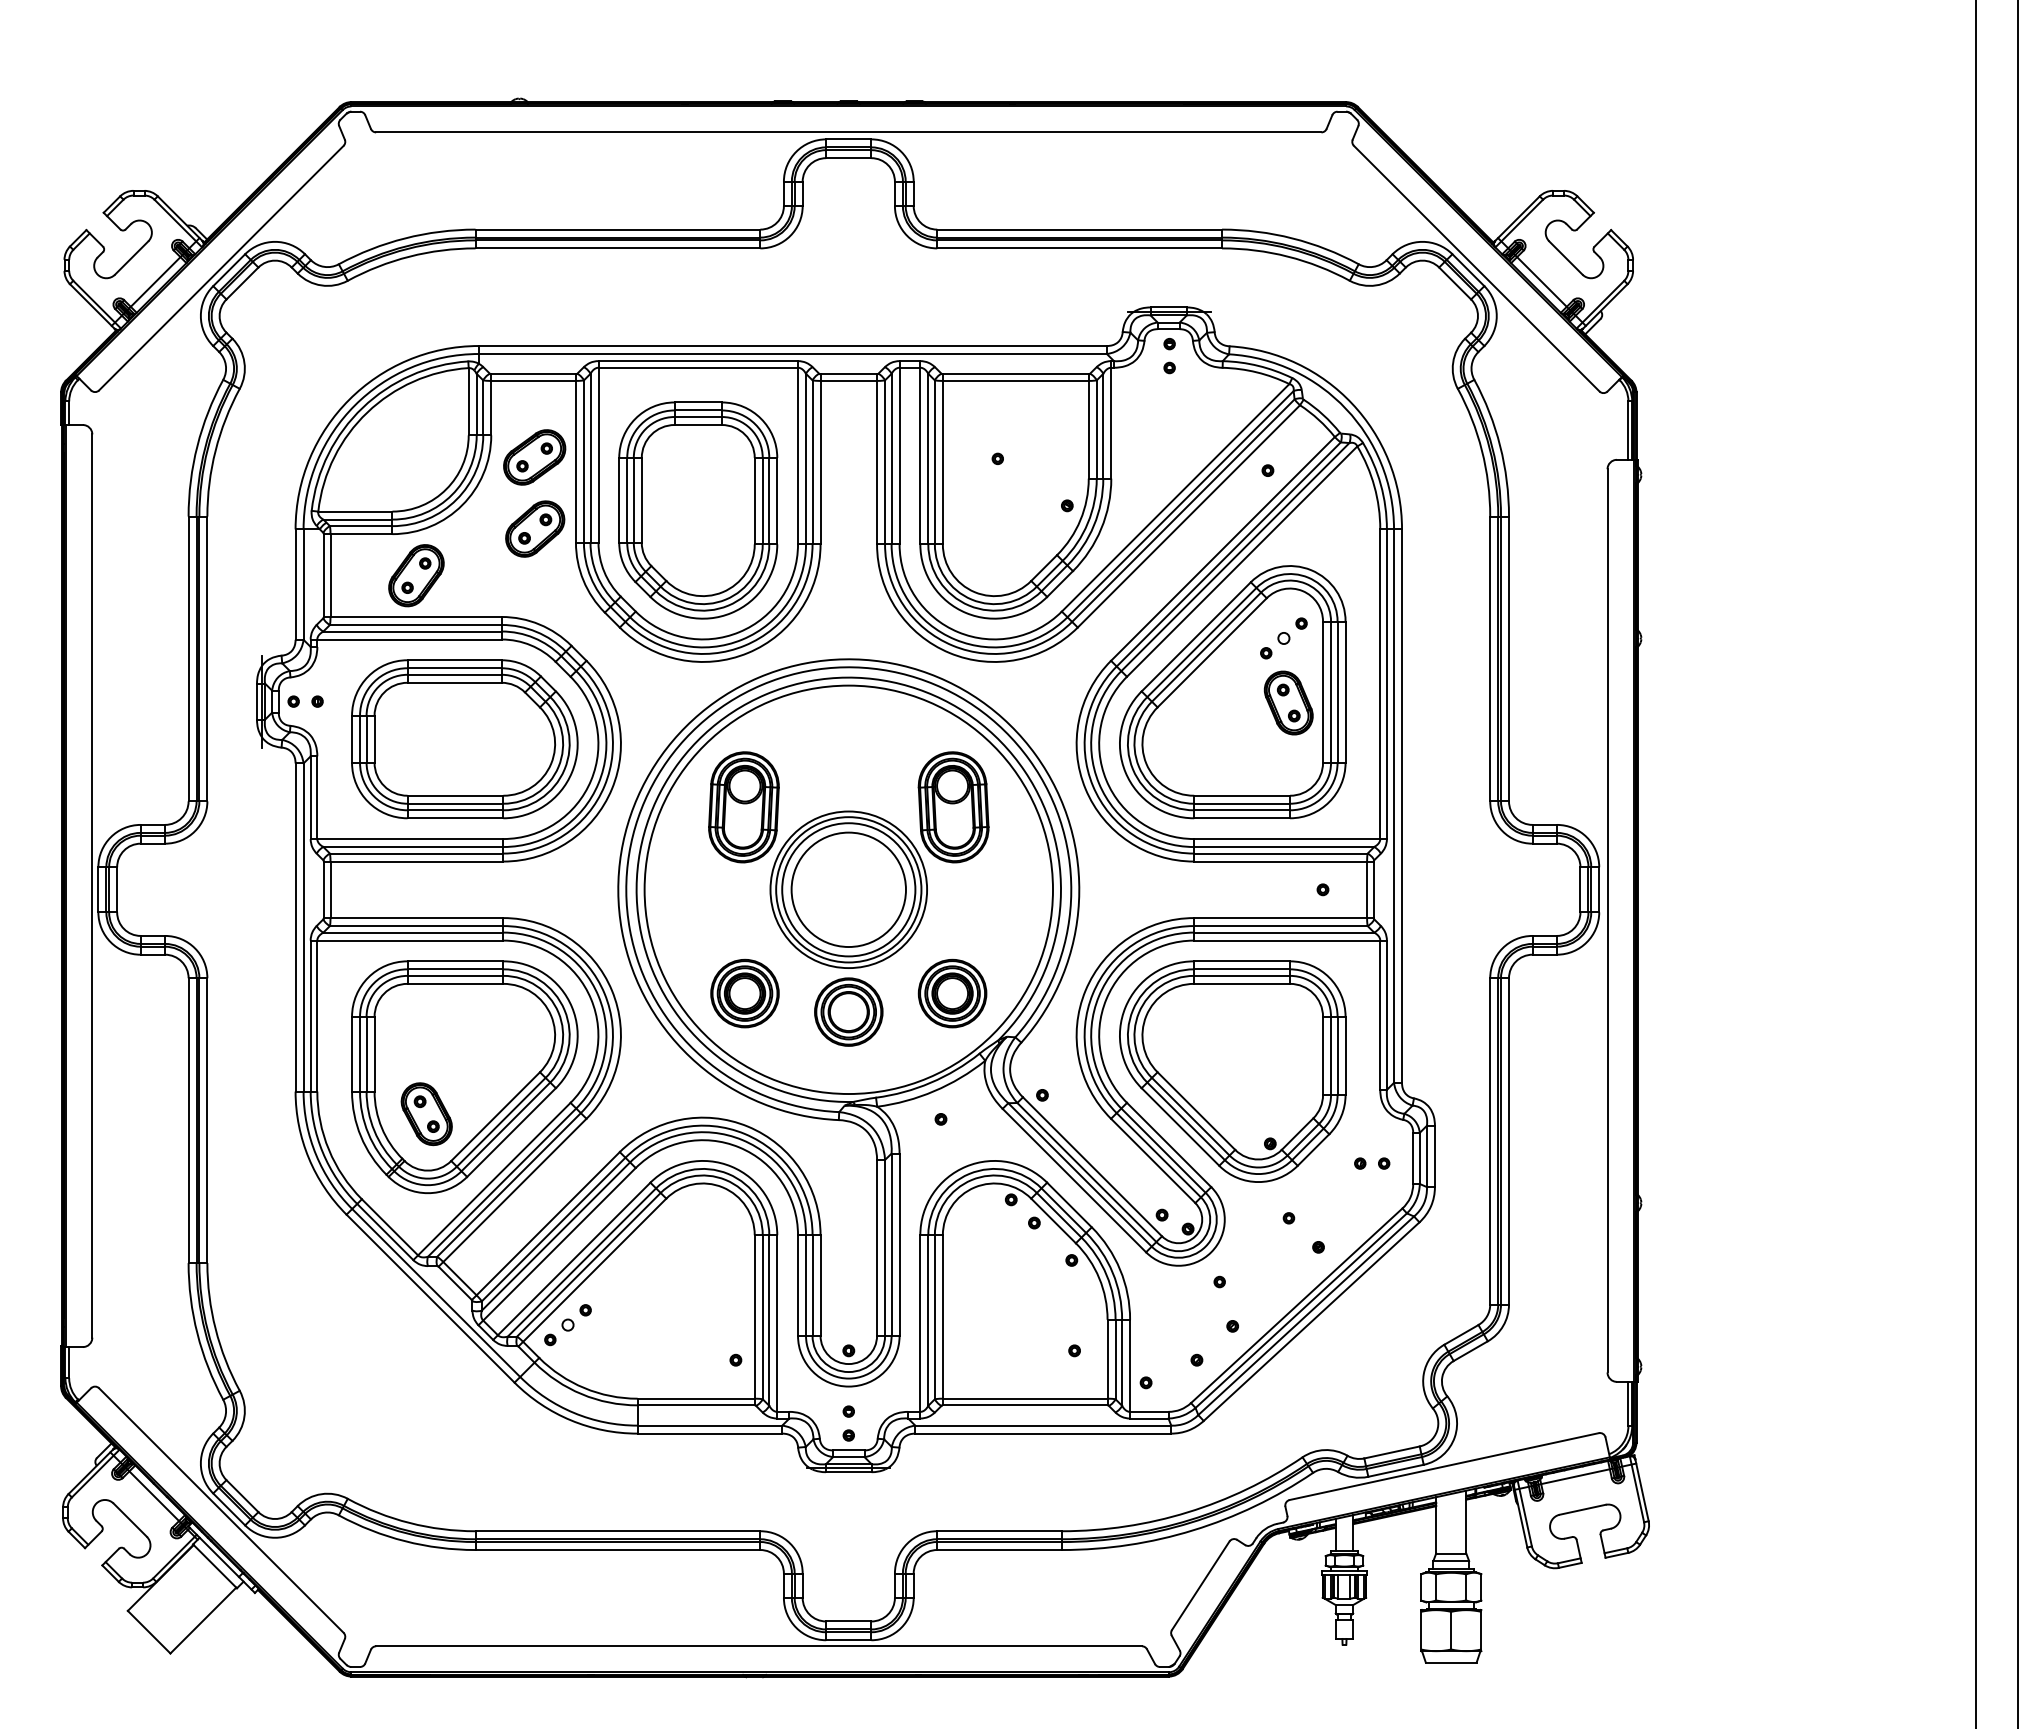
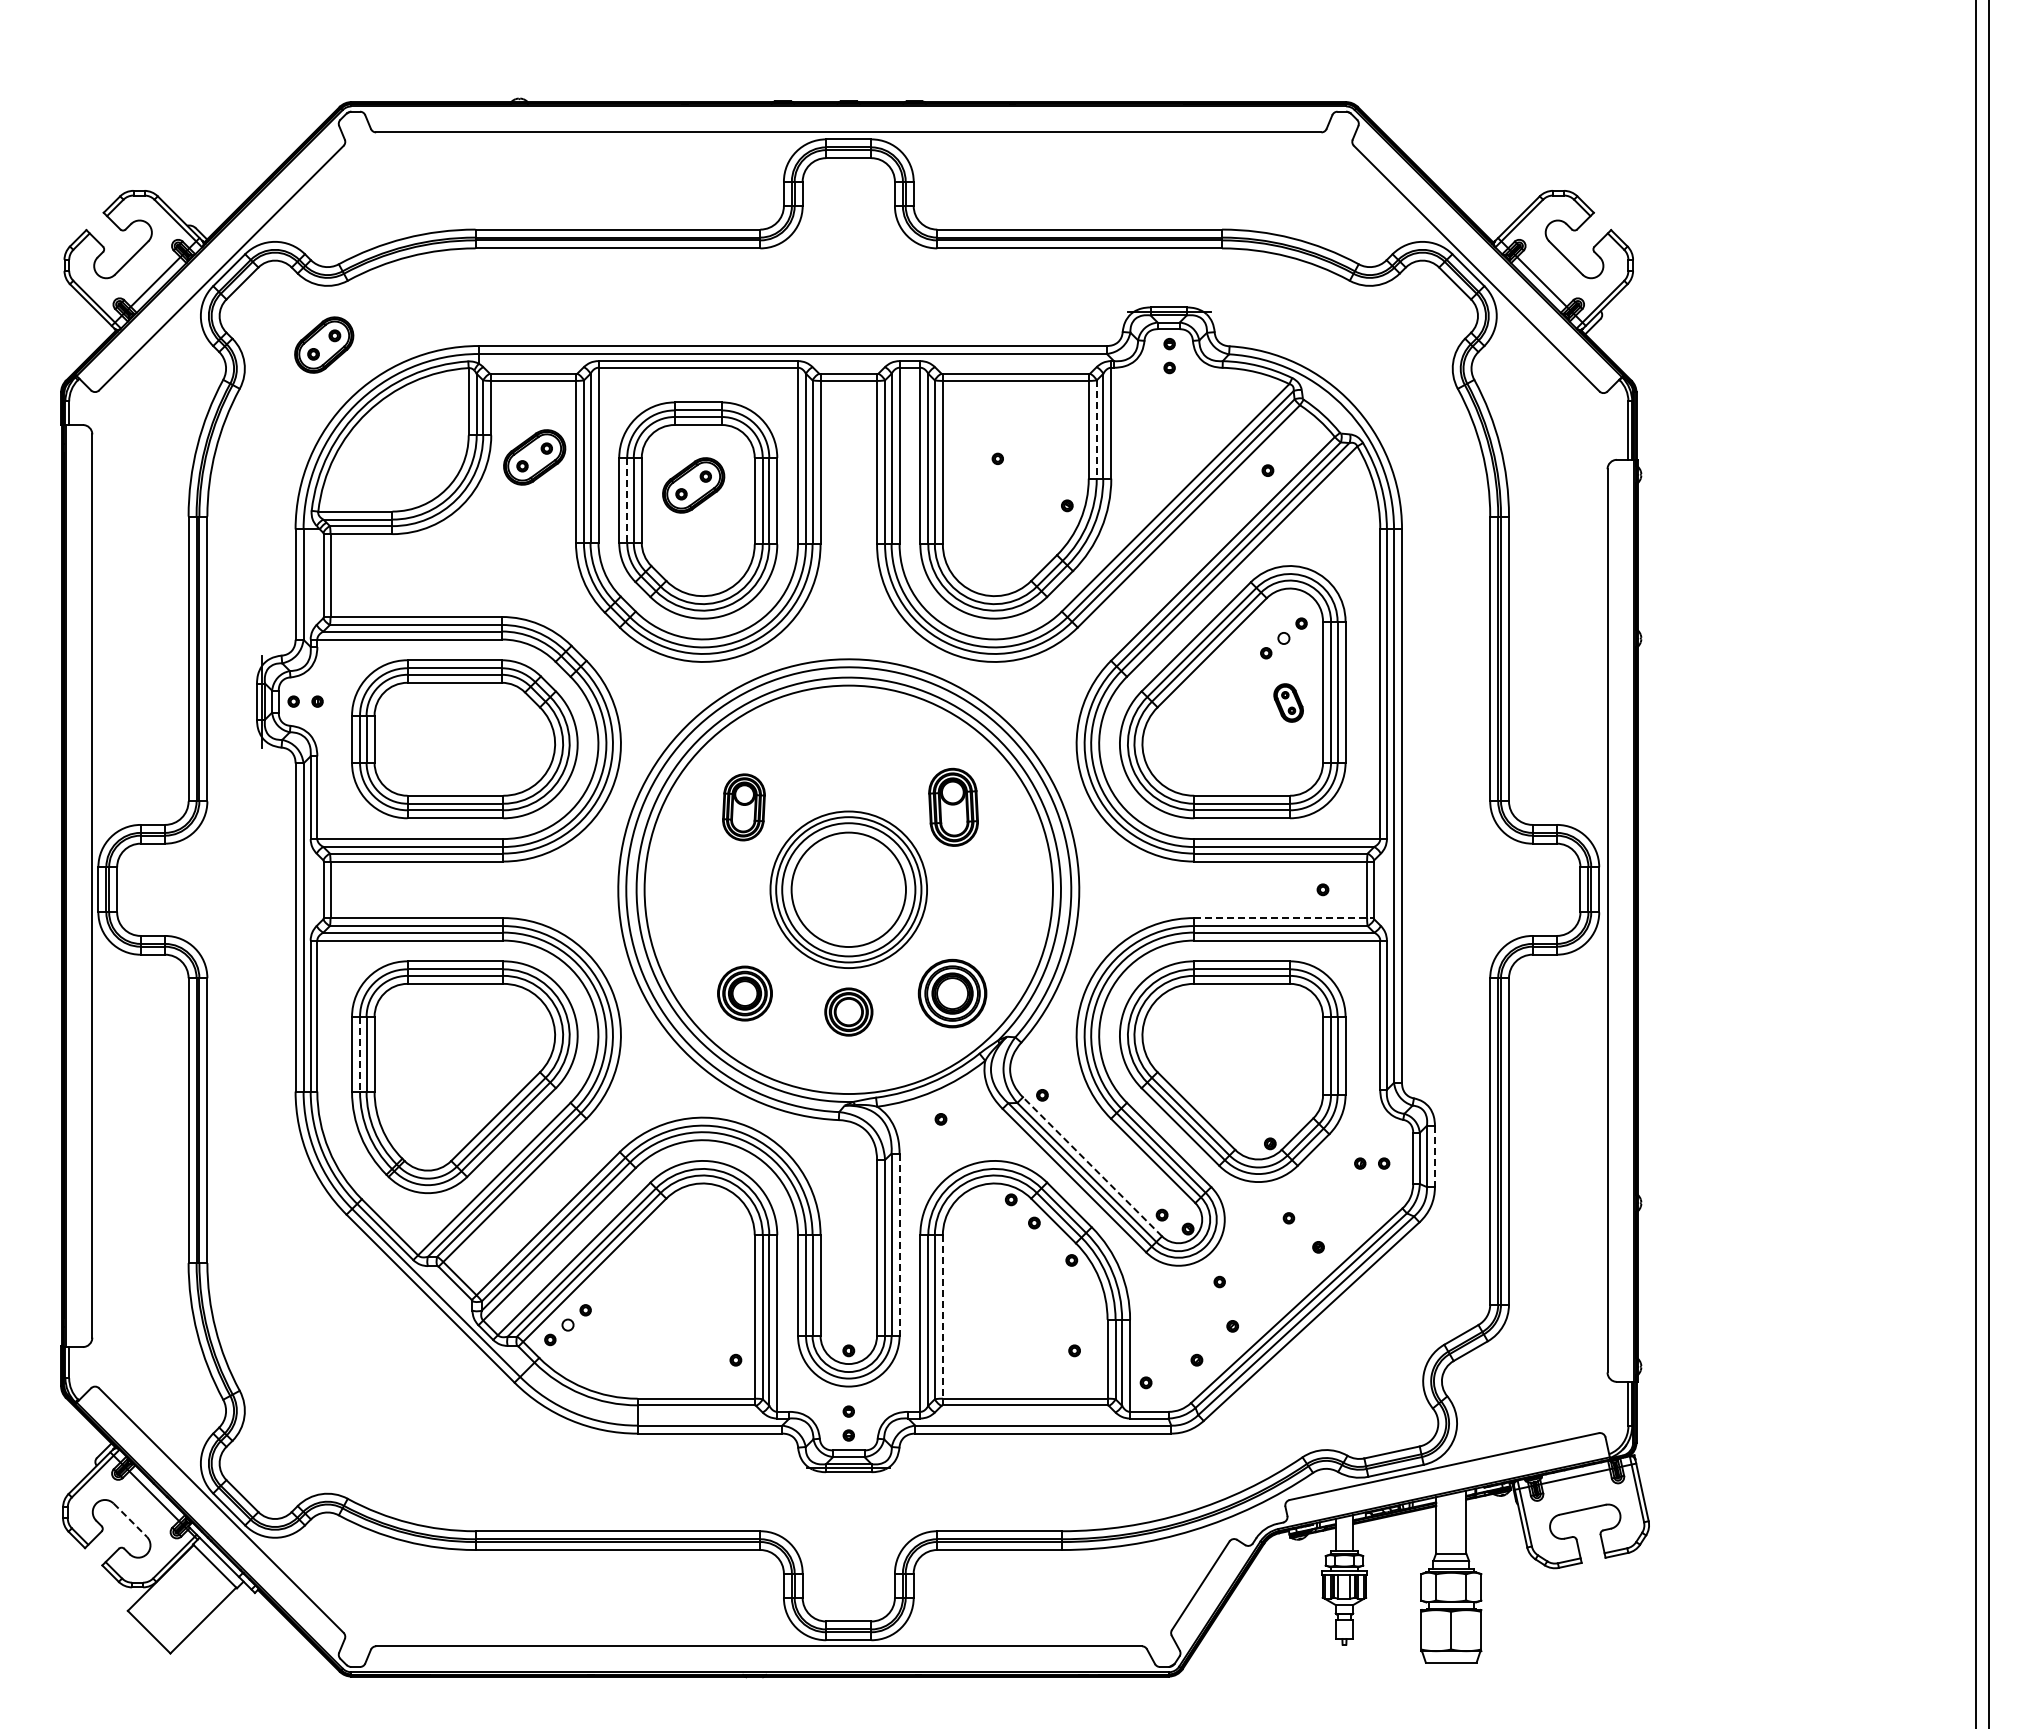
line at (1096, 430): solid -> dashed
part at (693, 485): none -> present
line at (627, 500): solid -> dashed
part at (535, 528) position: (535, 528) -> (324, 344)
part at (416, 575): present -> none
part at (1288, 702) size: 51x66 px -> 31x40 px
part at (743, 807) size: 72x113 px -> 44x69 px
part at (953, 807) size: 73x113 px -> 51x80 px
line at (2017, 863) position: (2017, 863) -> (1988, 863)
line at (1283, 918): solid -> dashed
part at (744, 993) size: 70x71 px -> 56x57 px
part at (848, 1011) size: 70x70 px -> 50x50 px
line at (360, 1054): solid -> dashed
part at (426, 1114): present -> none
line at (1434, 1156): solid -> dashed
line at (1092, 1166): solid -> dashed
line at (899, 1245): solid -> dashed
line at (942, 1320): solid -> dashed
line at (130, 1520): solid -> dashed
